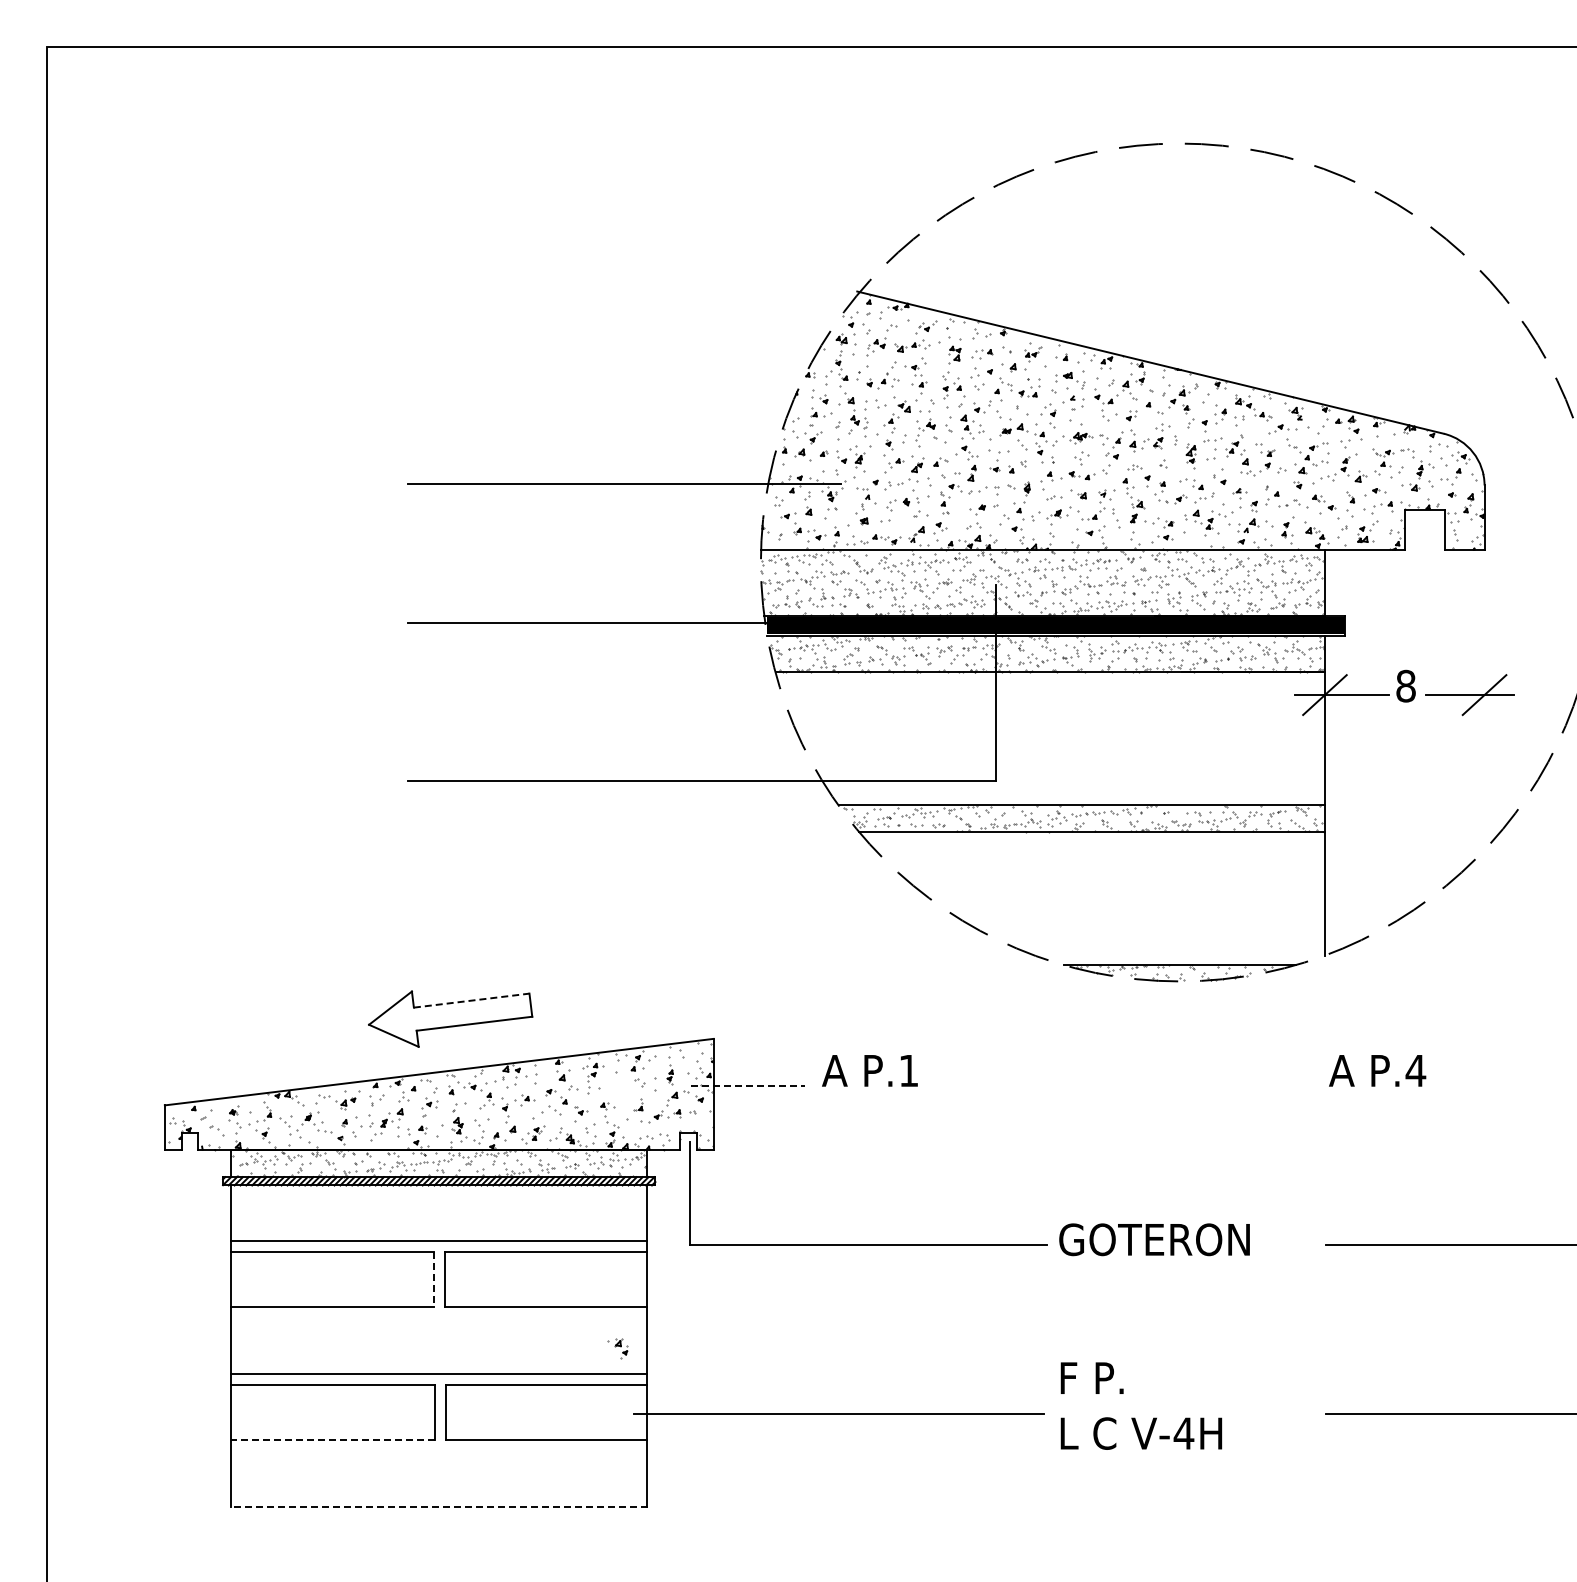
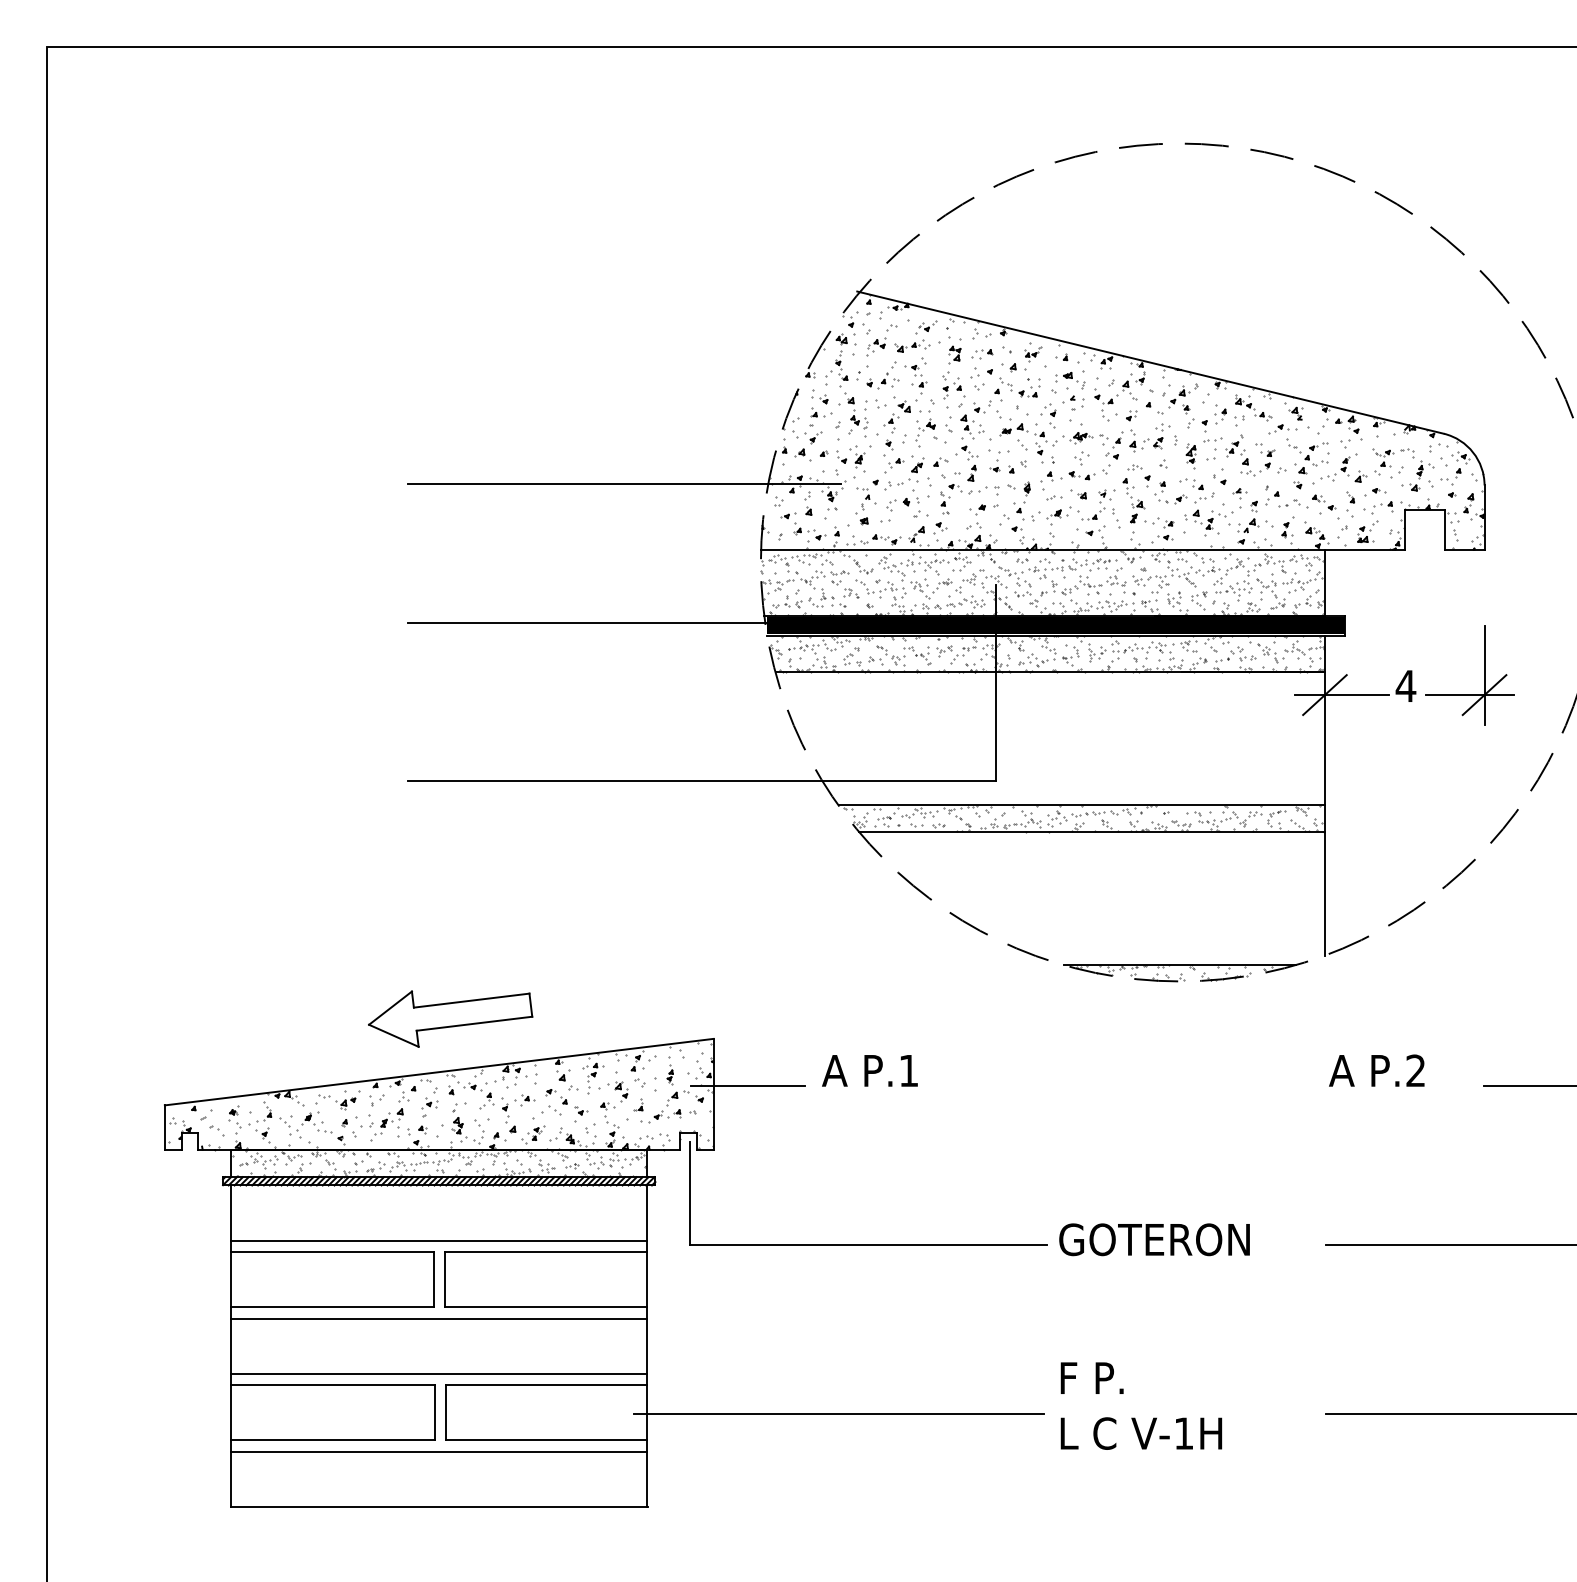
line at (1484, 675): none -> present
text at (1405, 685): 8 -> 4
line at (472, 1000): dashed -> solid
text at (1415, 1070): P.4 -> P.2
line at (748, 1085): dashed -> solid
line at (1528, 1085): none -> present
line at (433, 1279): dashed -> solid
line at (439, 1318): none -> present
part at (617, 1348) position: (617, 1348) -> (617, 1091)
text at (1183, 1433): V-4H -> V-1H
line at (333, 1440): dashed -> solid
line at (439, 1451): none -> present
line at (439, 1506): dashed -> solid
